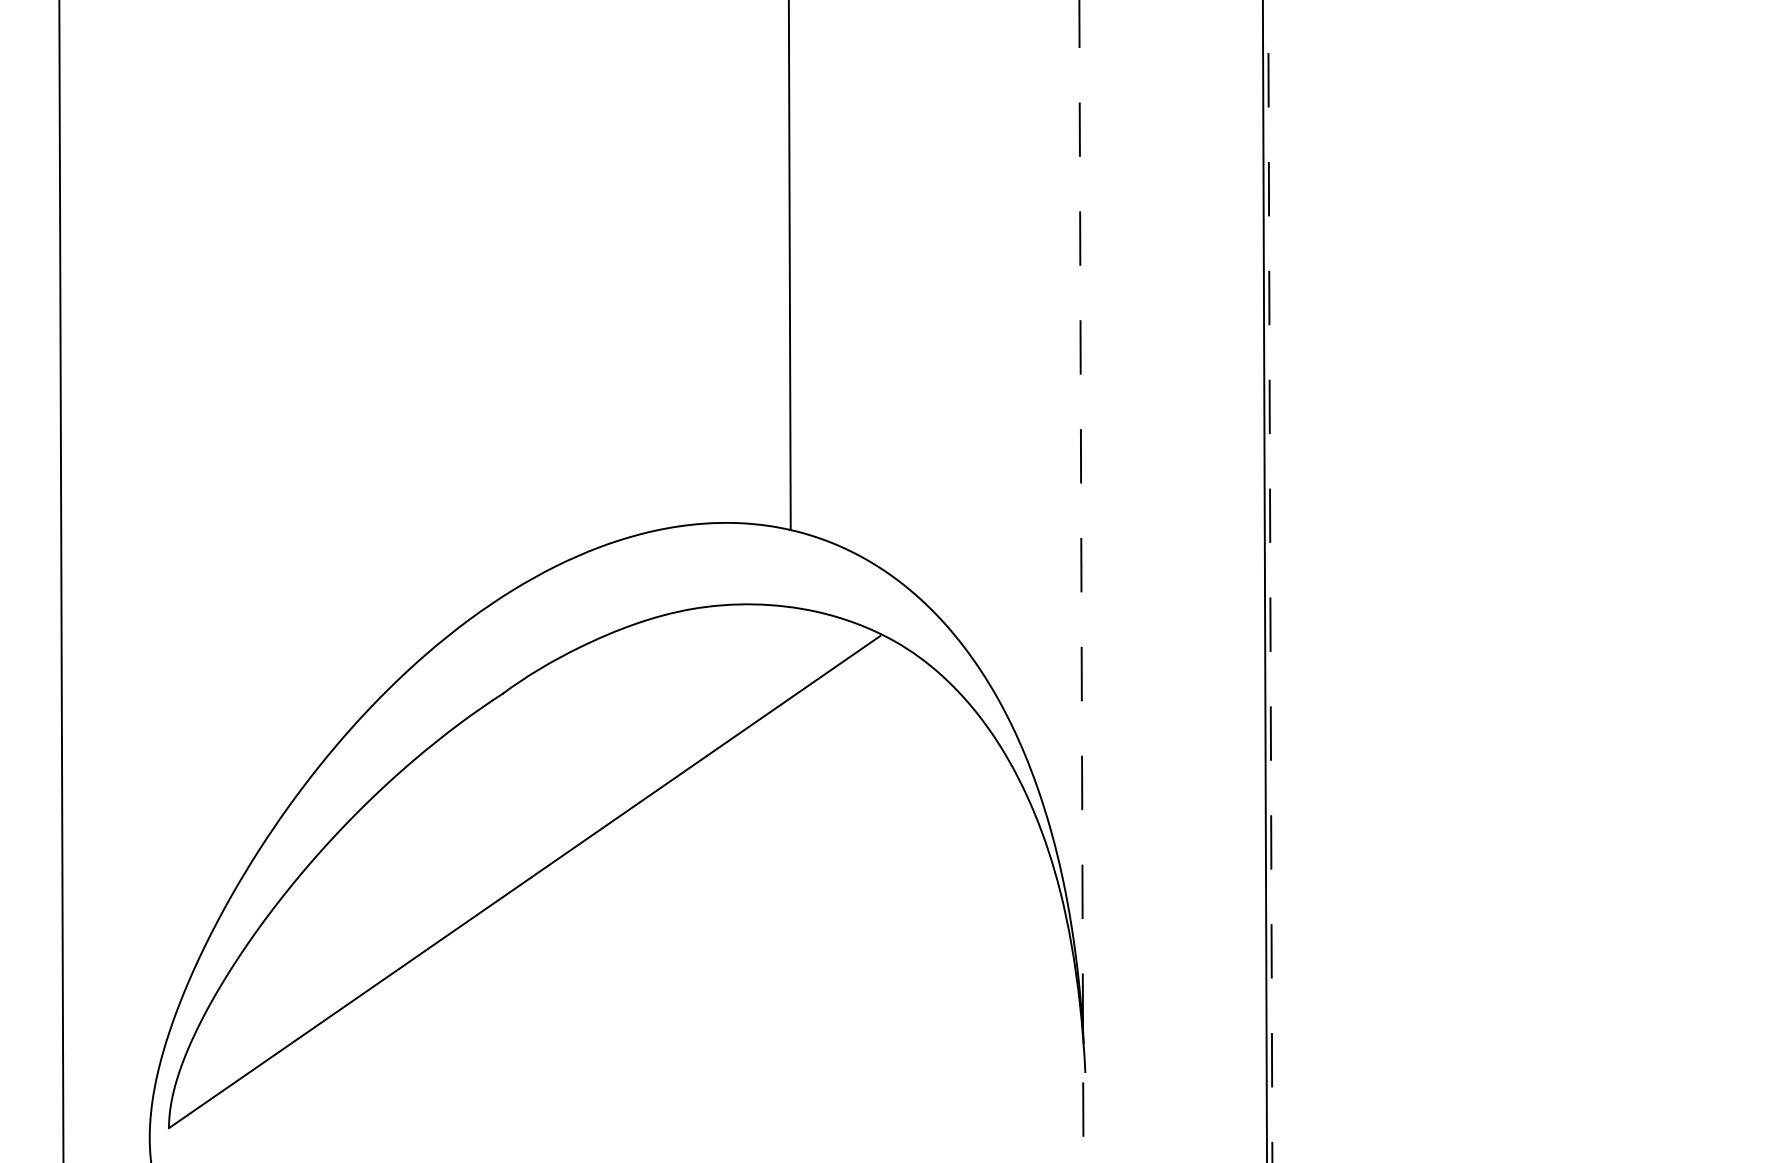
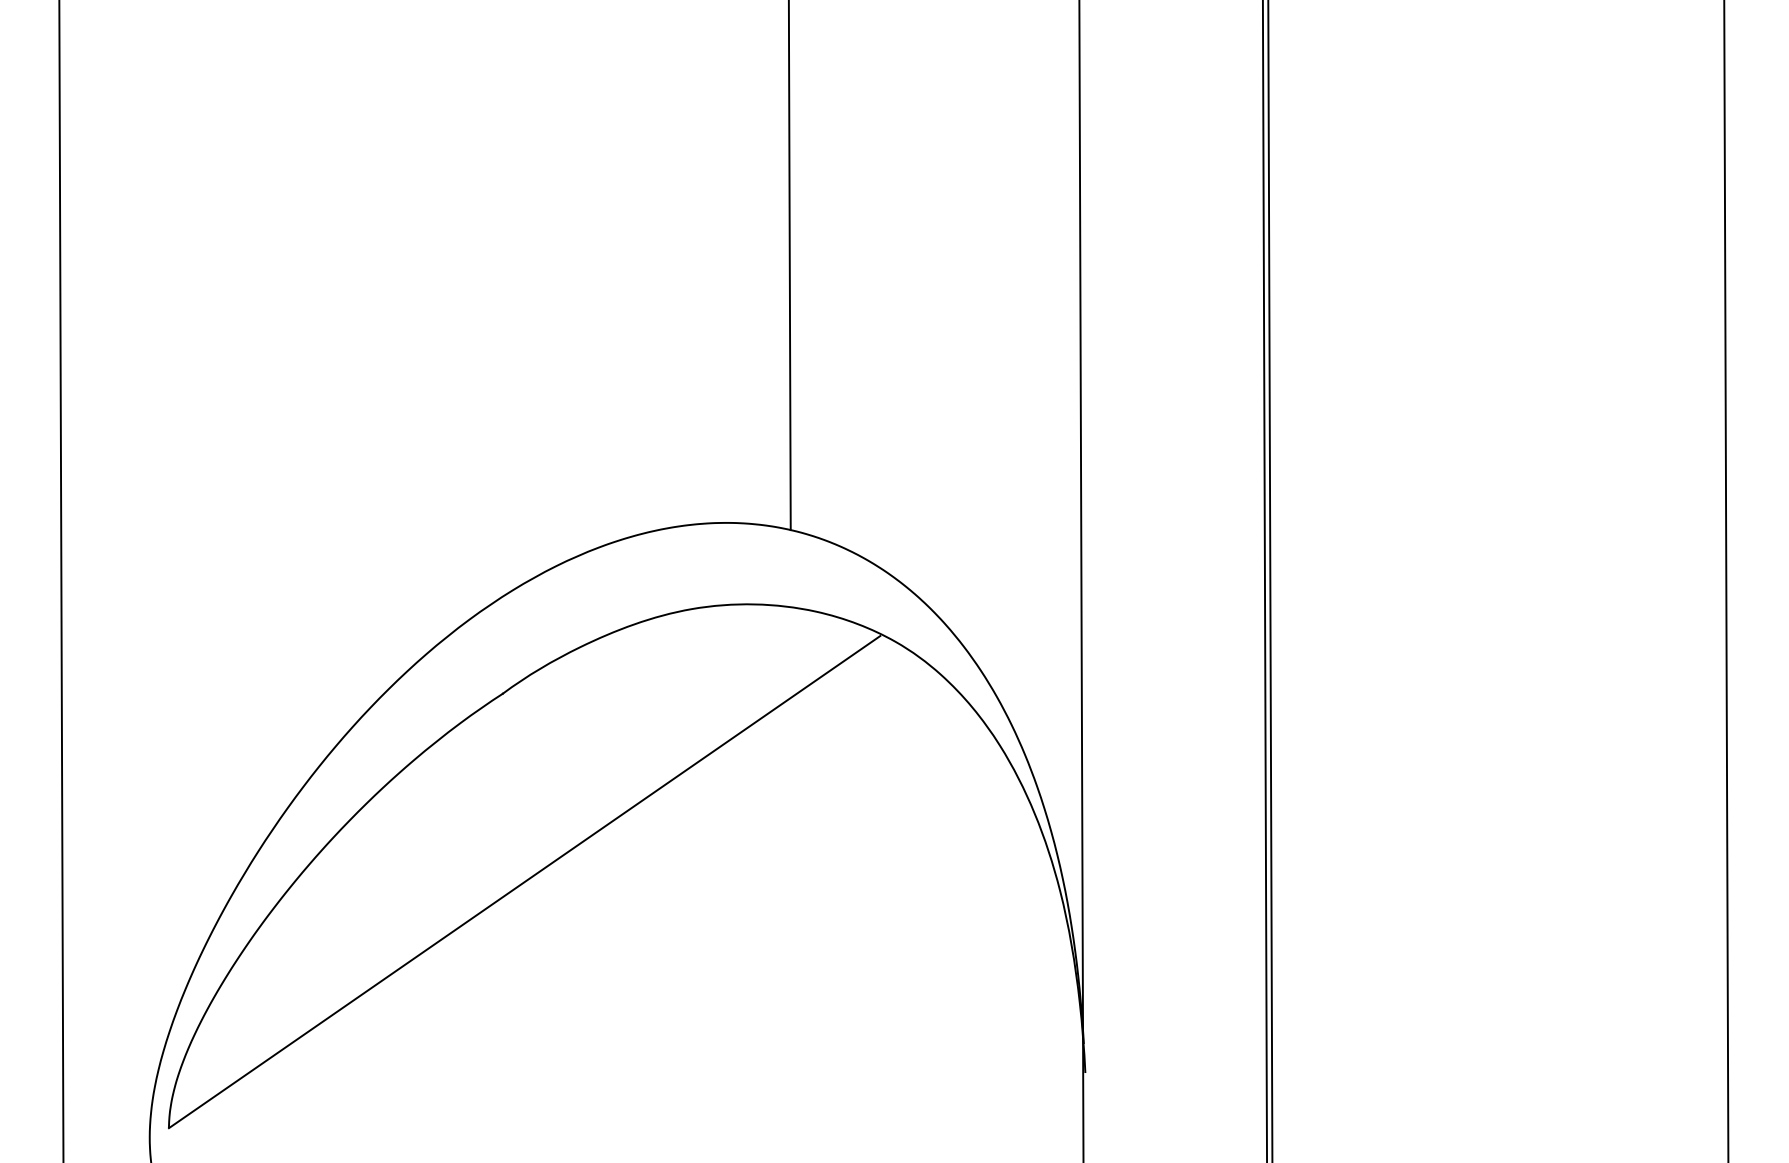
line at (1726, 580): none -> present
line at (1081, 581): dashed -> solid
line at (1270, 581): dashed -> solid
